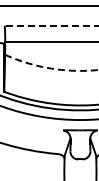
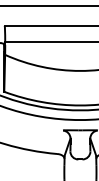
line at (51, 25): dashed -> solid
arc at (51, 68): dashed -> solid
